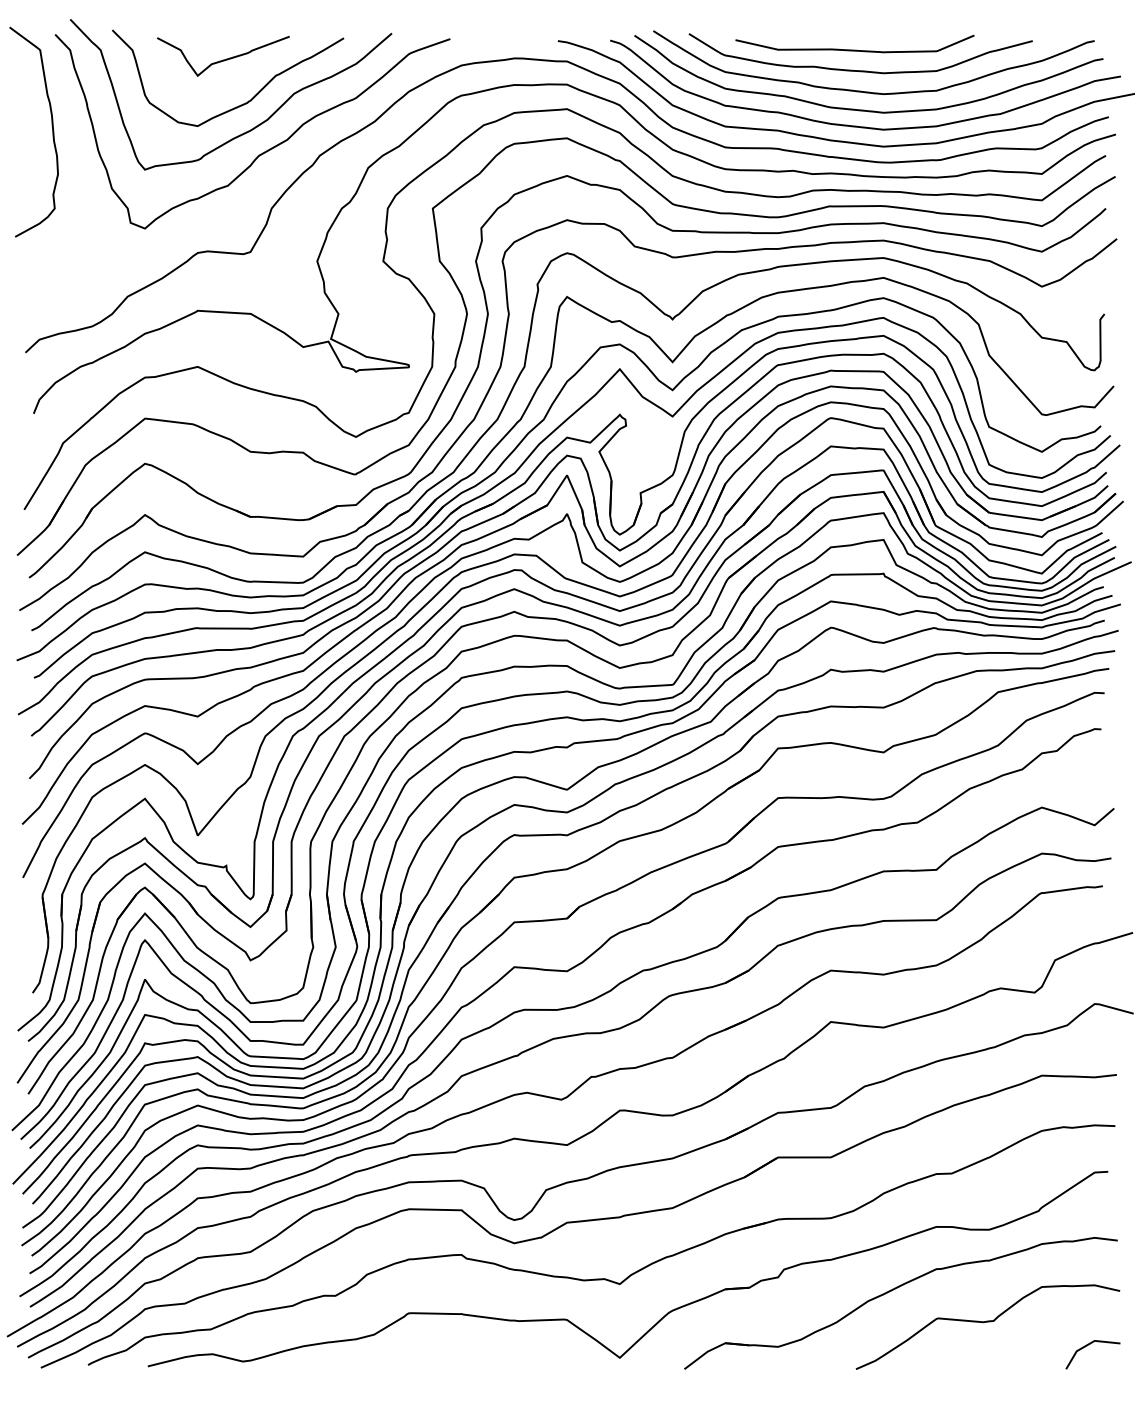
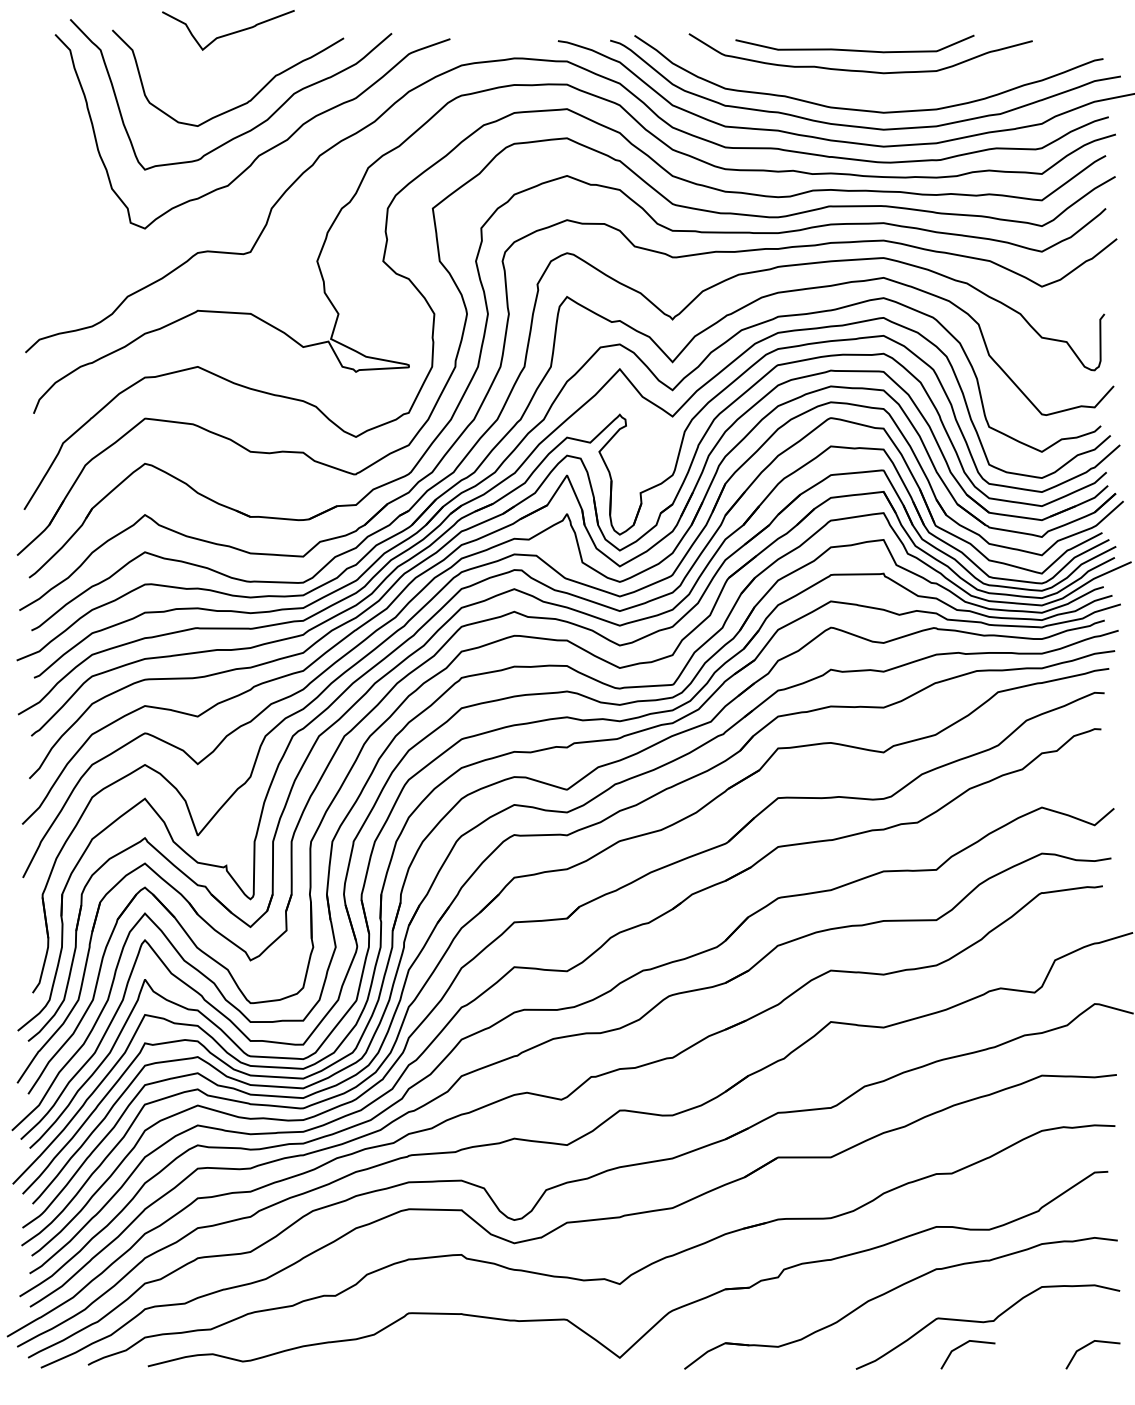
curve at (223, 59) position: (223, 59) -> (228, 33)
curve at (869, 91): present -> none
curve at (51, 125): present -> none
line at (962, 1346): none -> present
